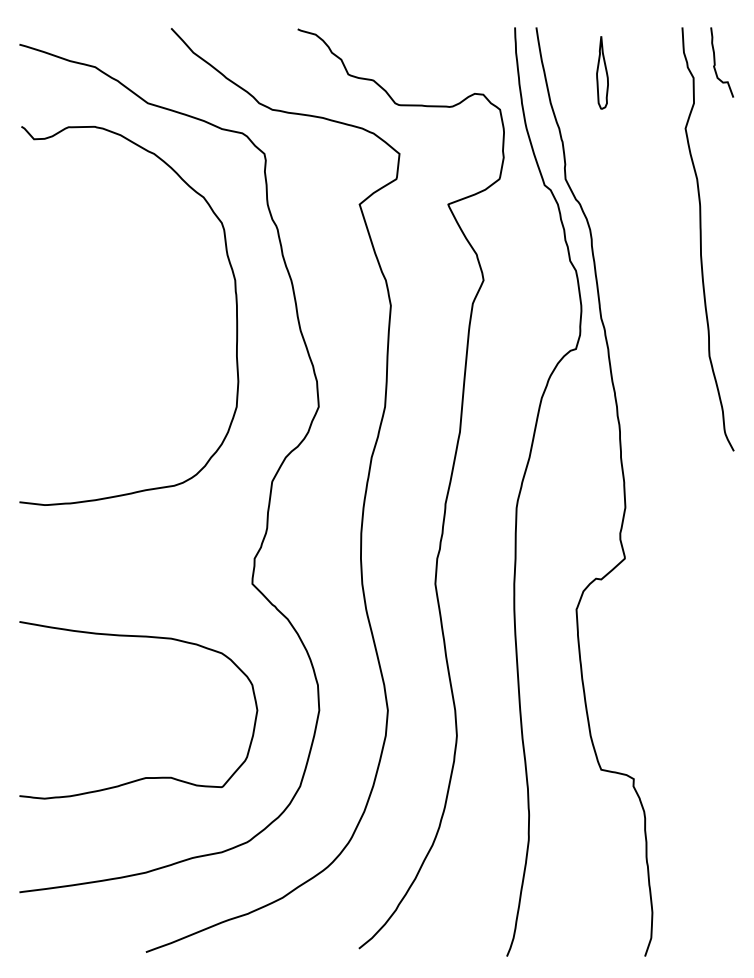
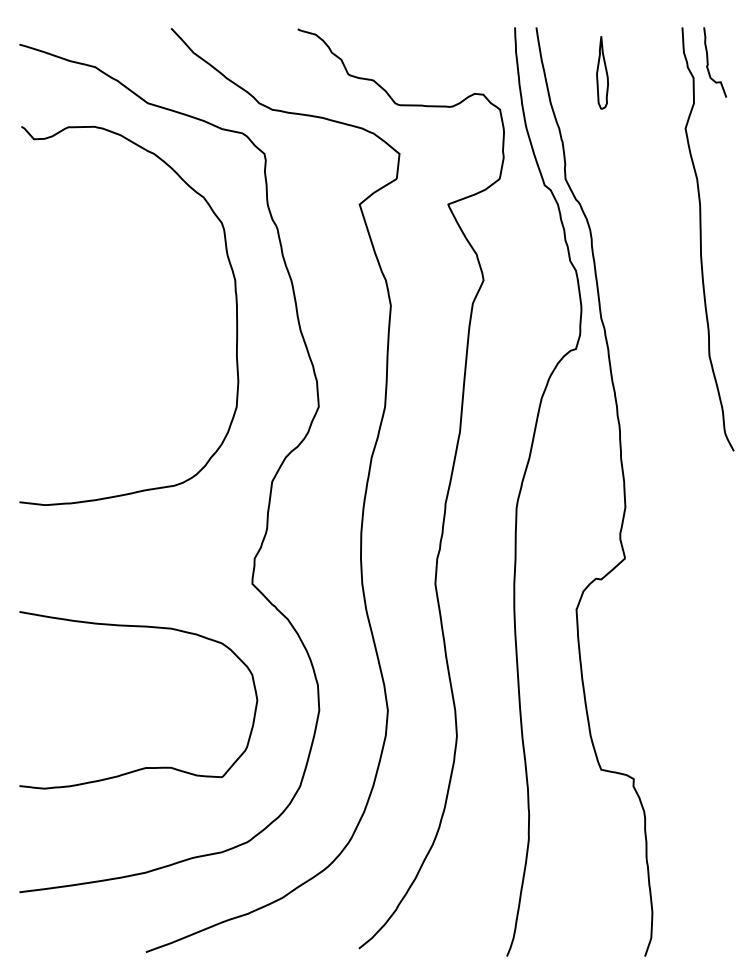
curve at (715, 62) position: (715, 62) -> (708, 62)
curve at (143, 777) position: (143, 777) -> (143, 767)
